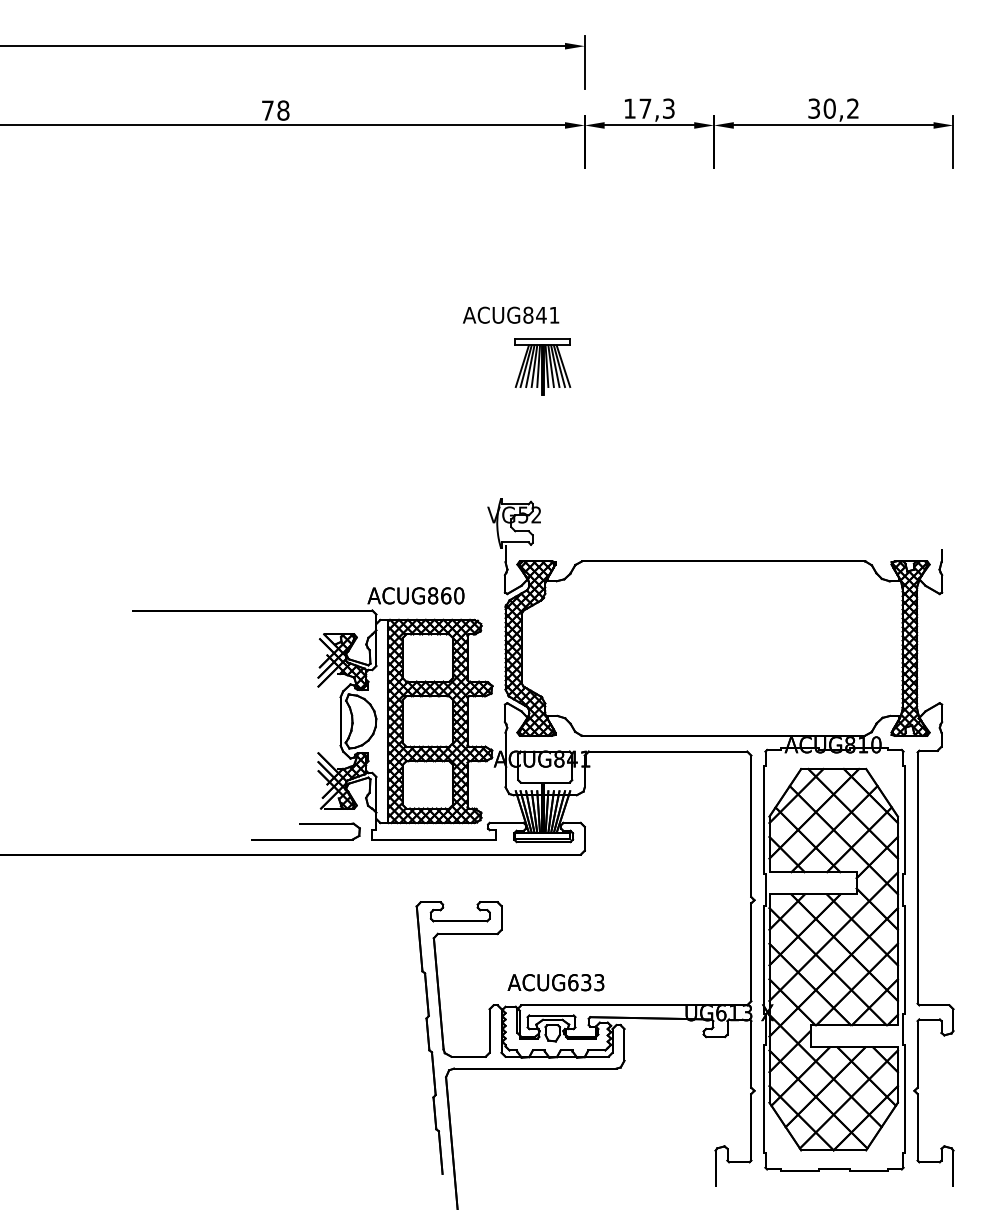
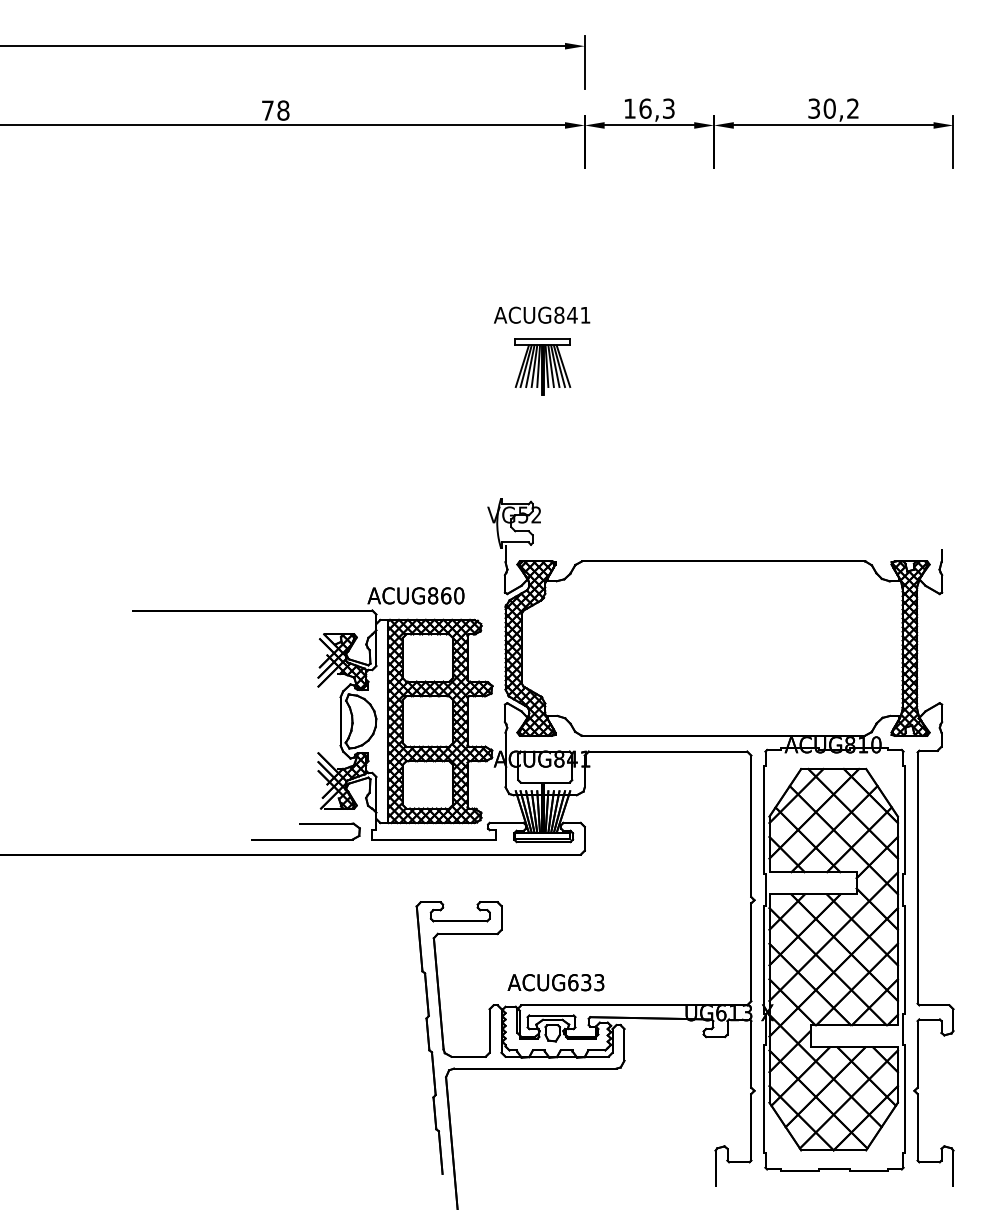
text at (645, 108): 17,3 -> 16,3
text at (511, 314) position: (511, 314) -> (542, 314)
